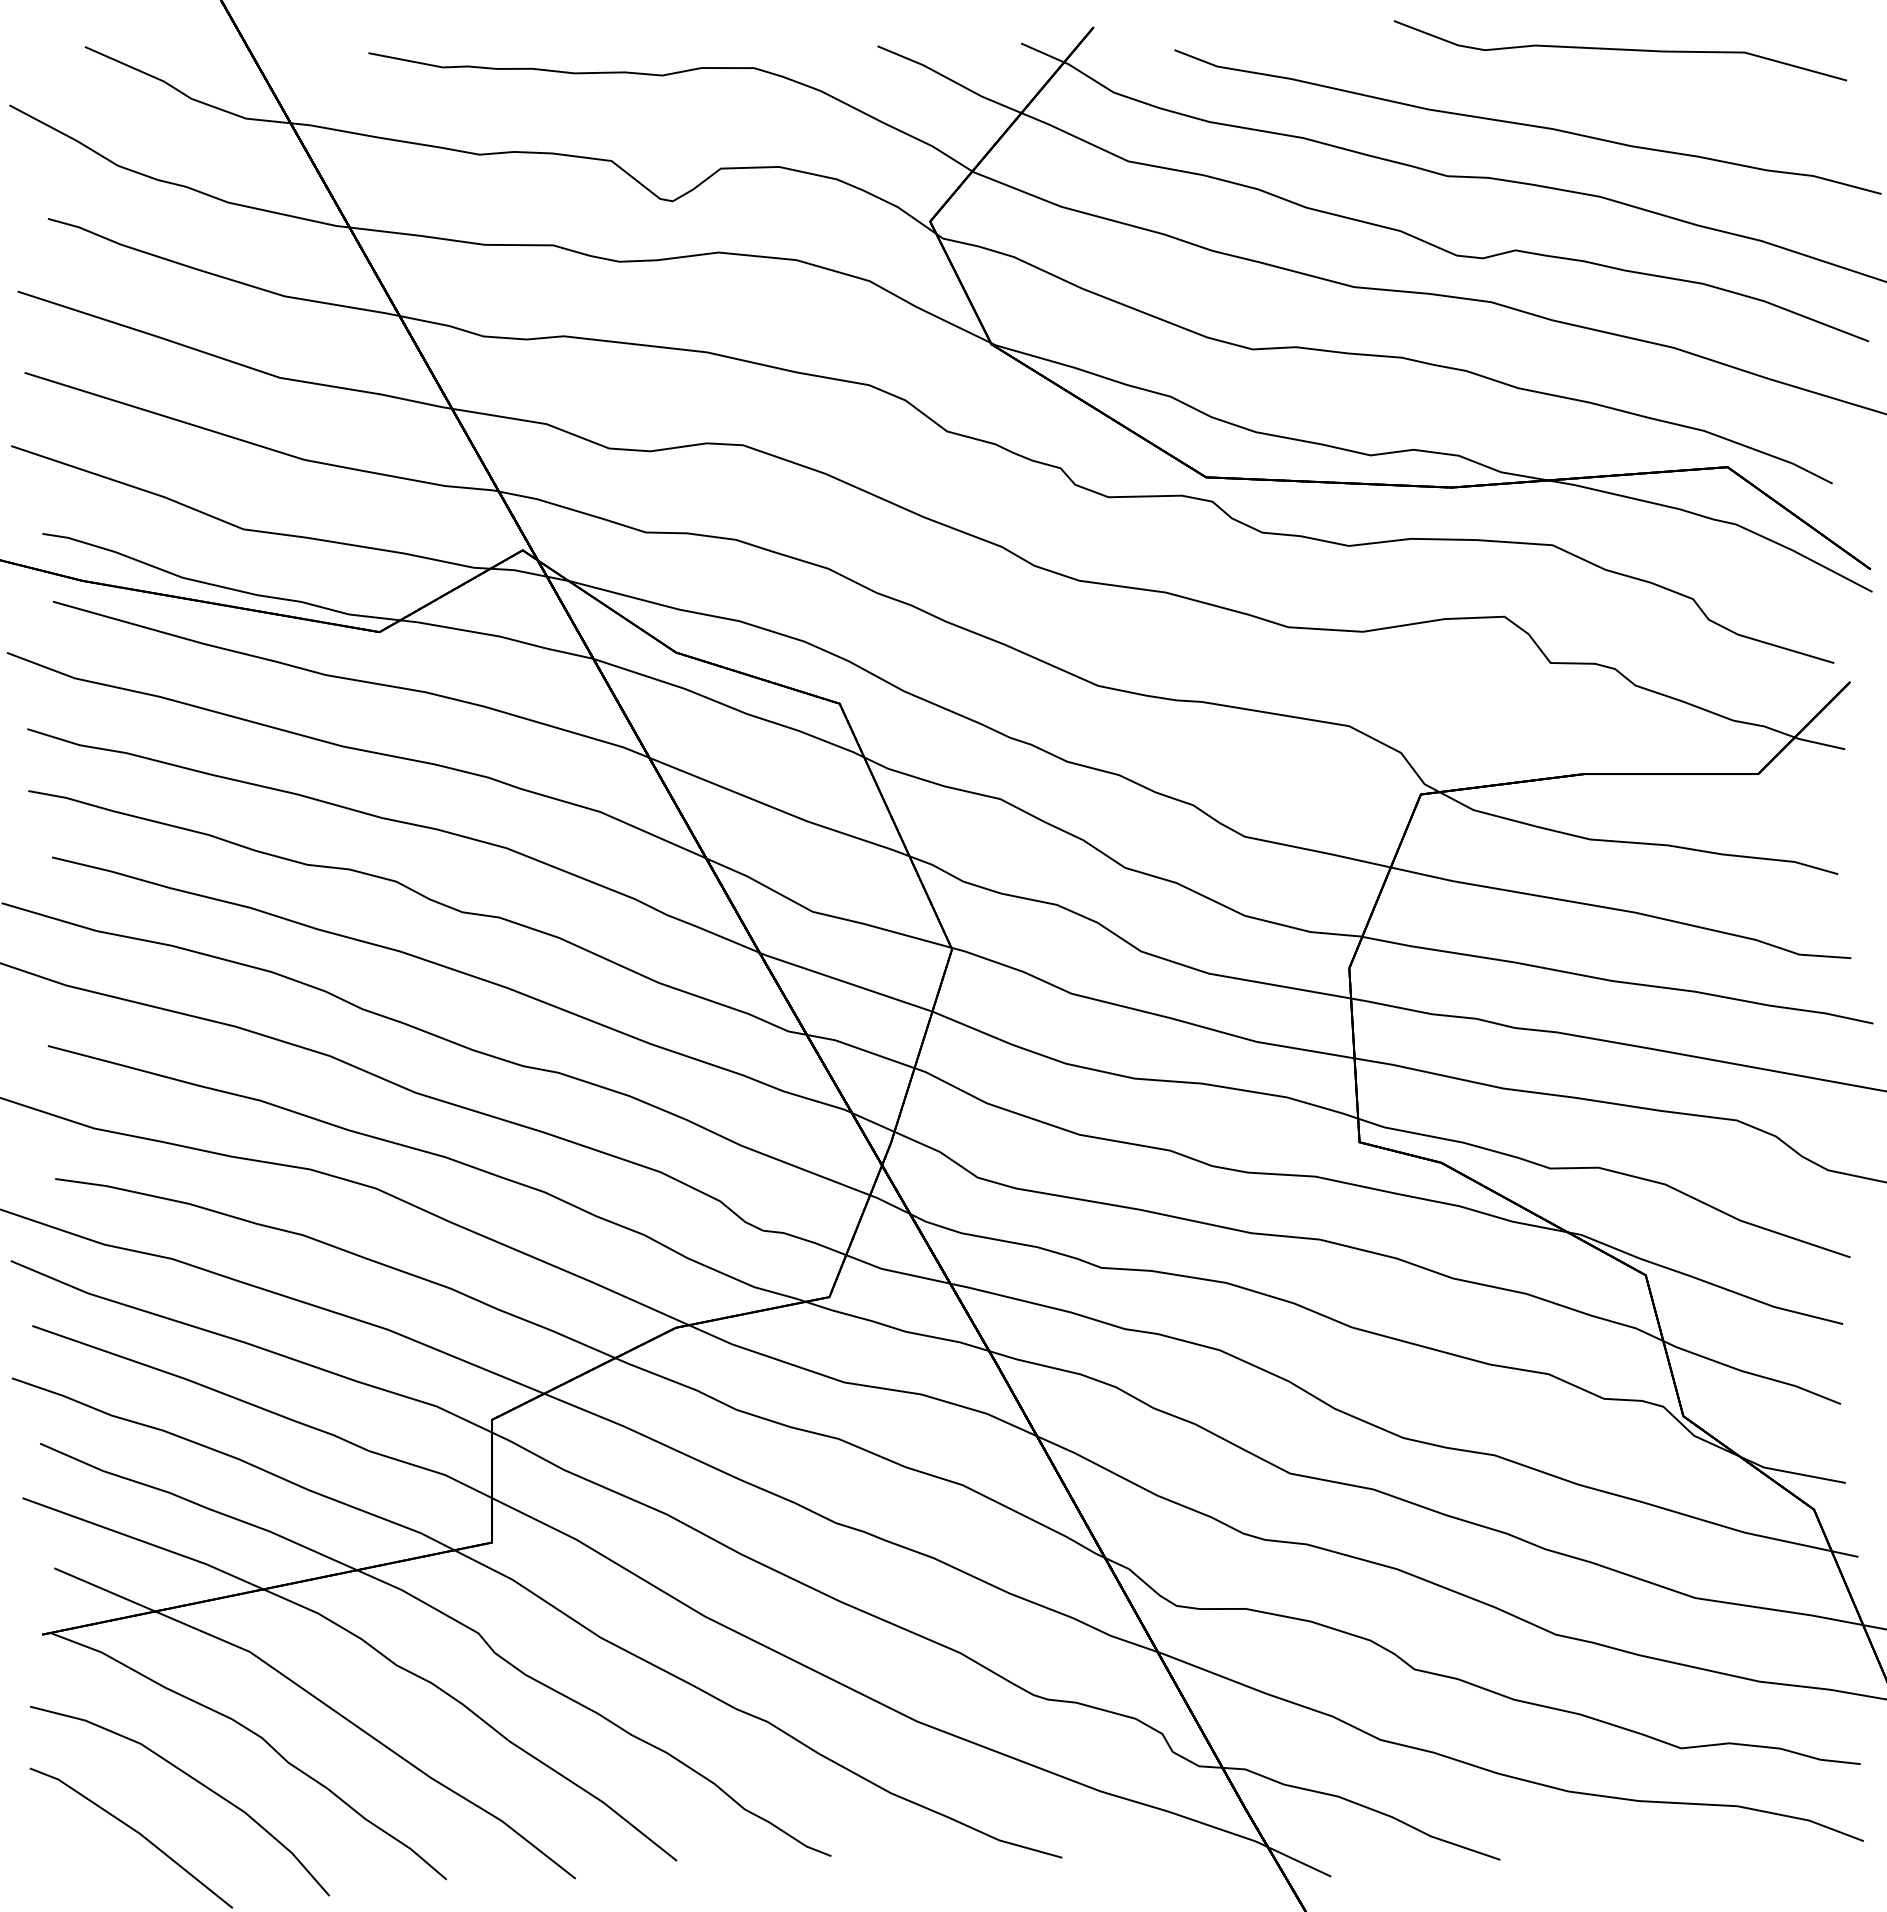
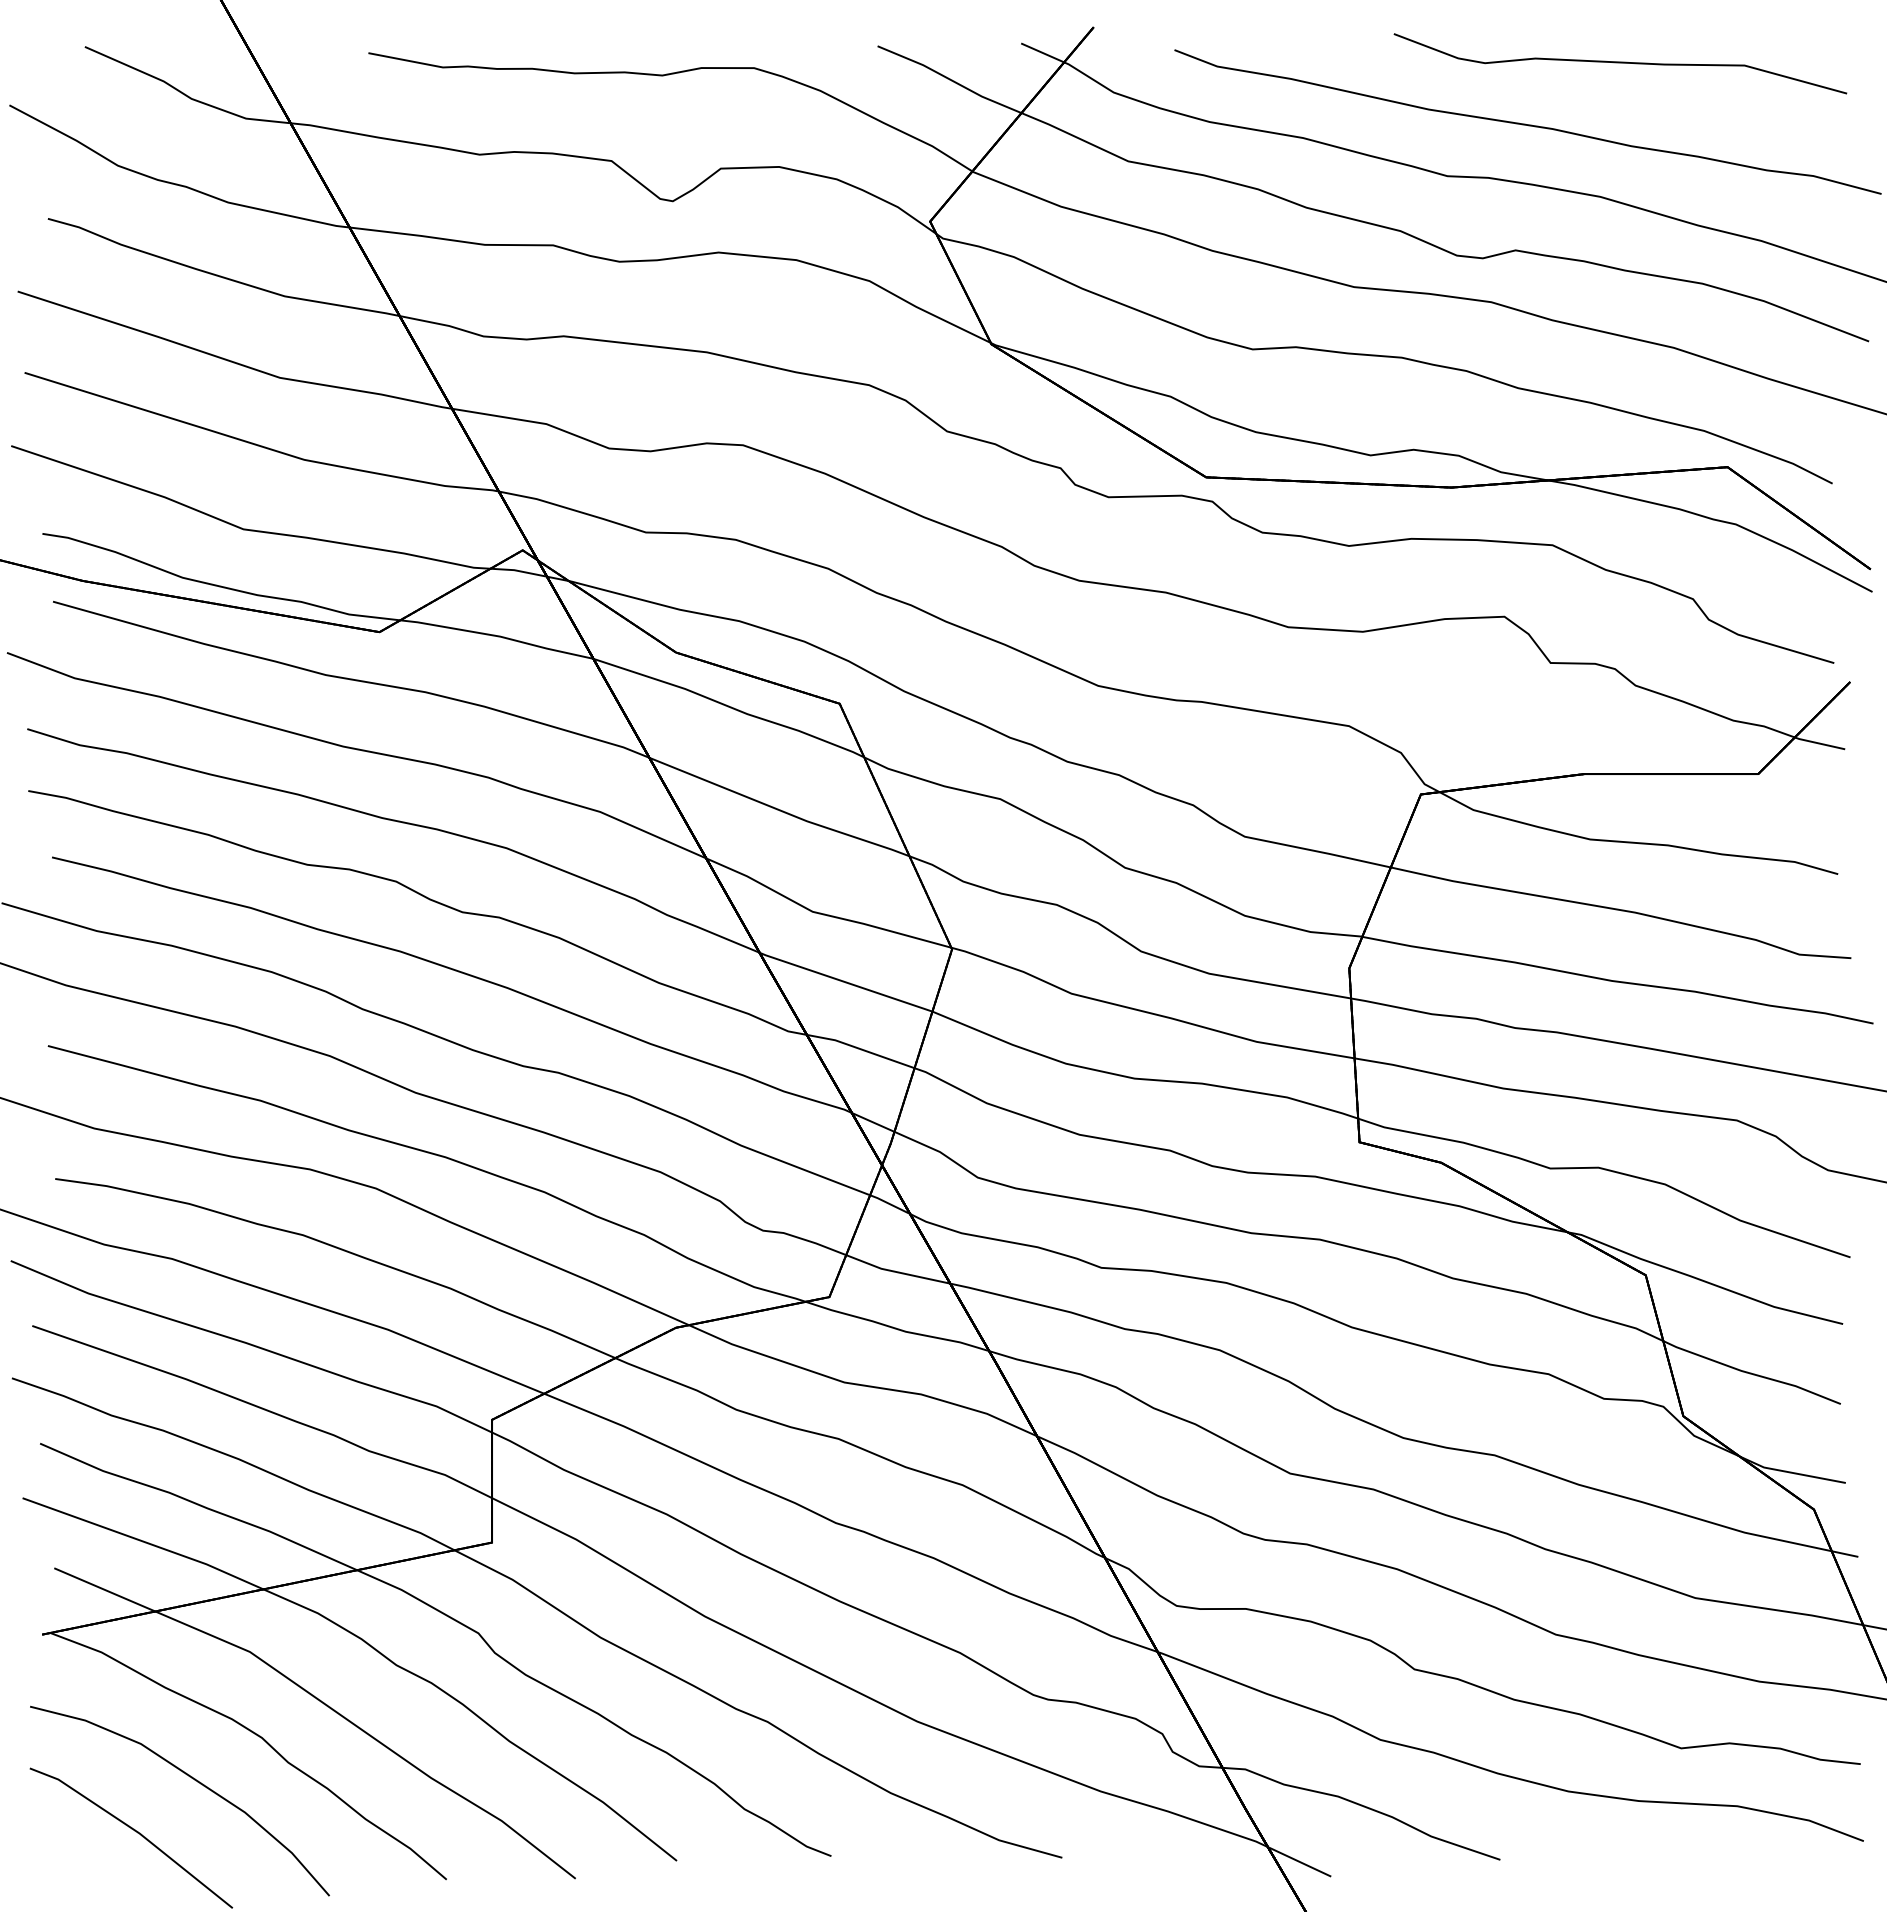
part at (1620, 50) position: (1620, 50) -> (1620, 63)
